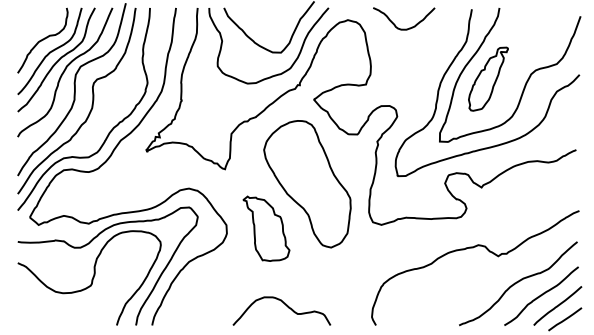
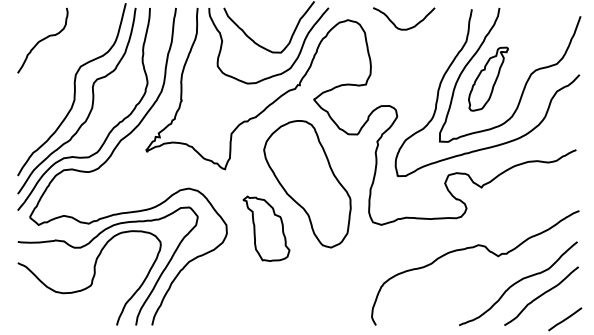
part at (65, 72): present -> none
curve at (285, 305): present -> none
curve at (557, 305): present -> none
